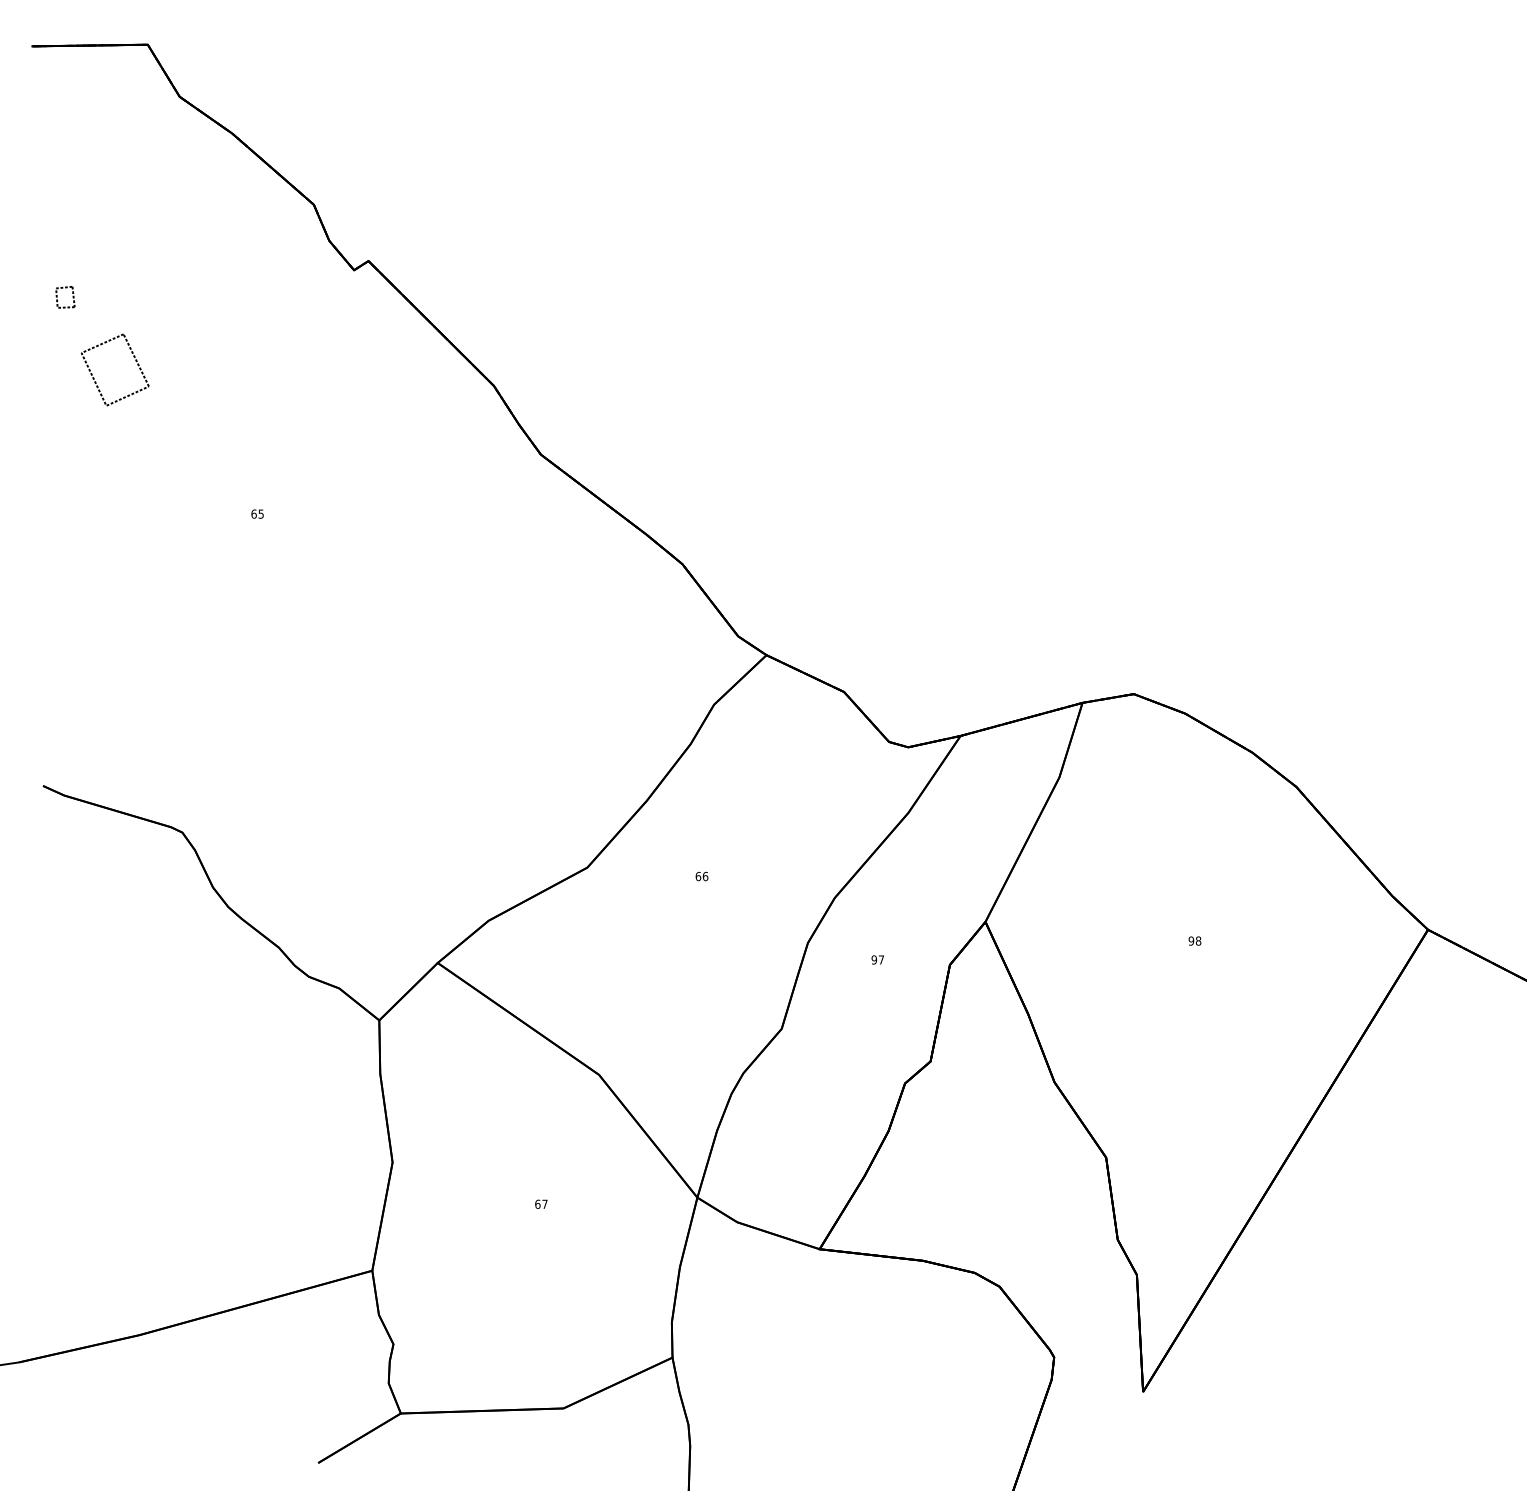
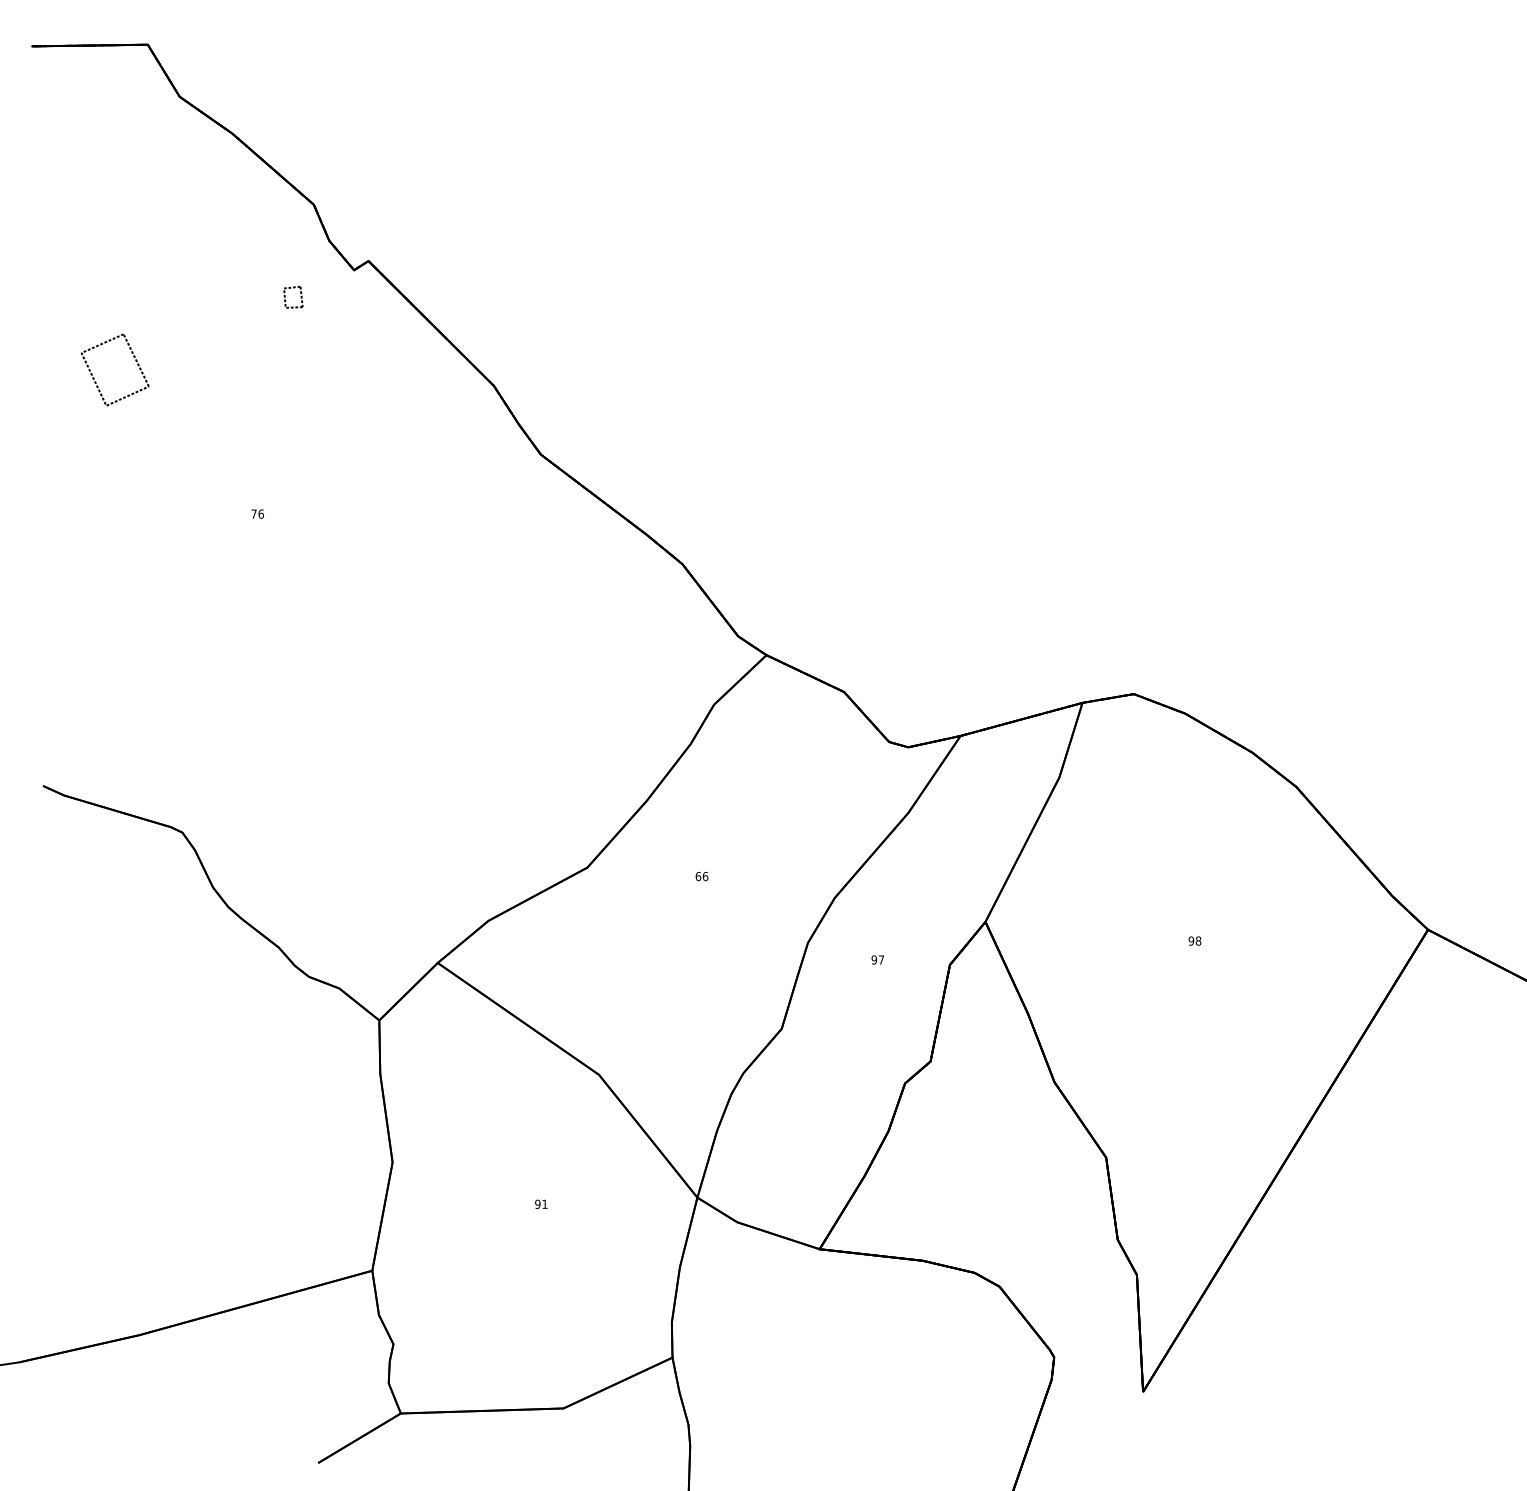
part at (72, 297) position: (72, 297) -> (300, 297)
text at (257, 513): 65 -> 76
text at (541, 1203): 67 -> 91
